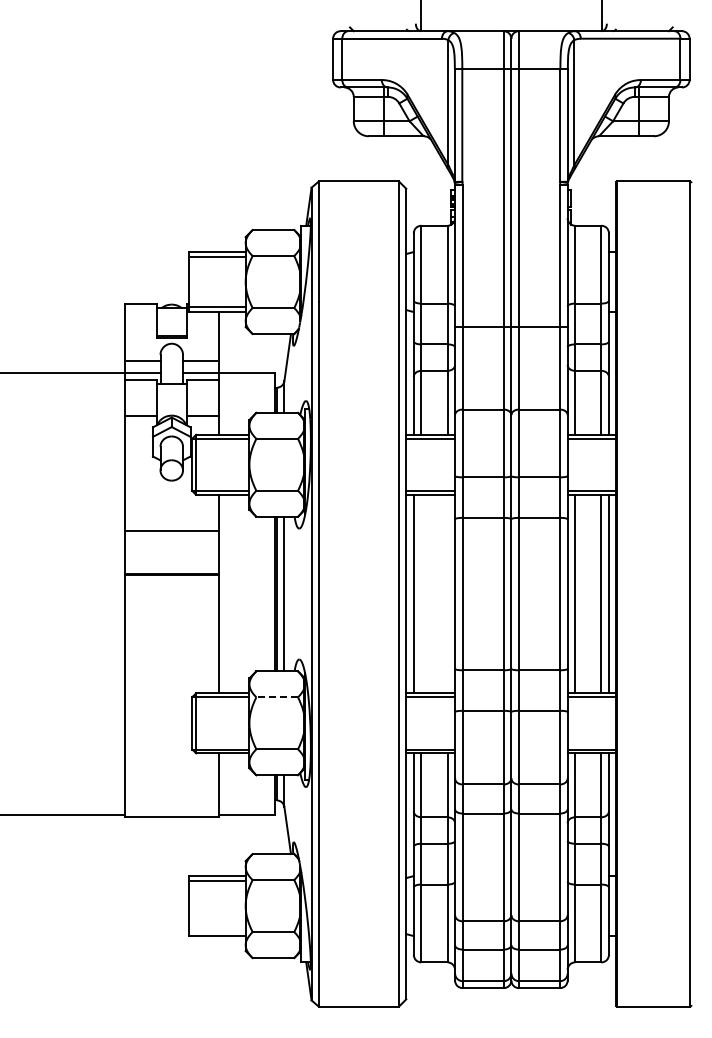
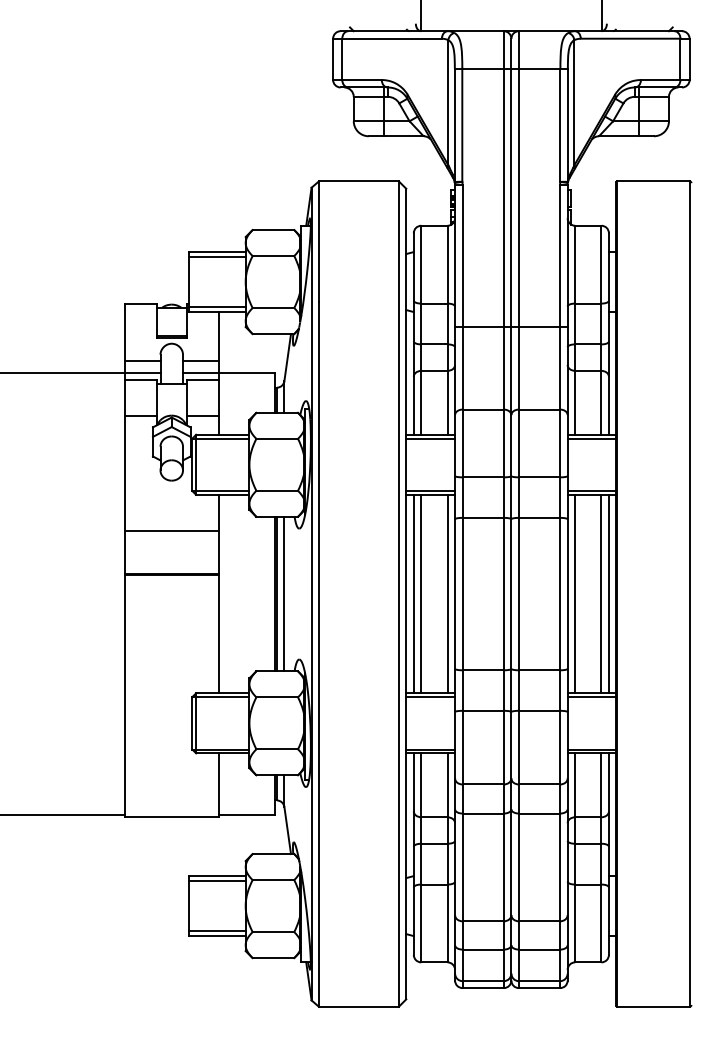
line at (421, 593): none -> present
line at (447, 593): none -> present
line at (277, 697): dashed -> solid
line at (216, 931): none -> present
